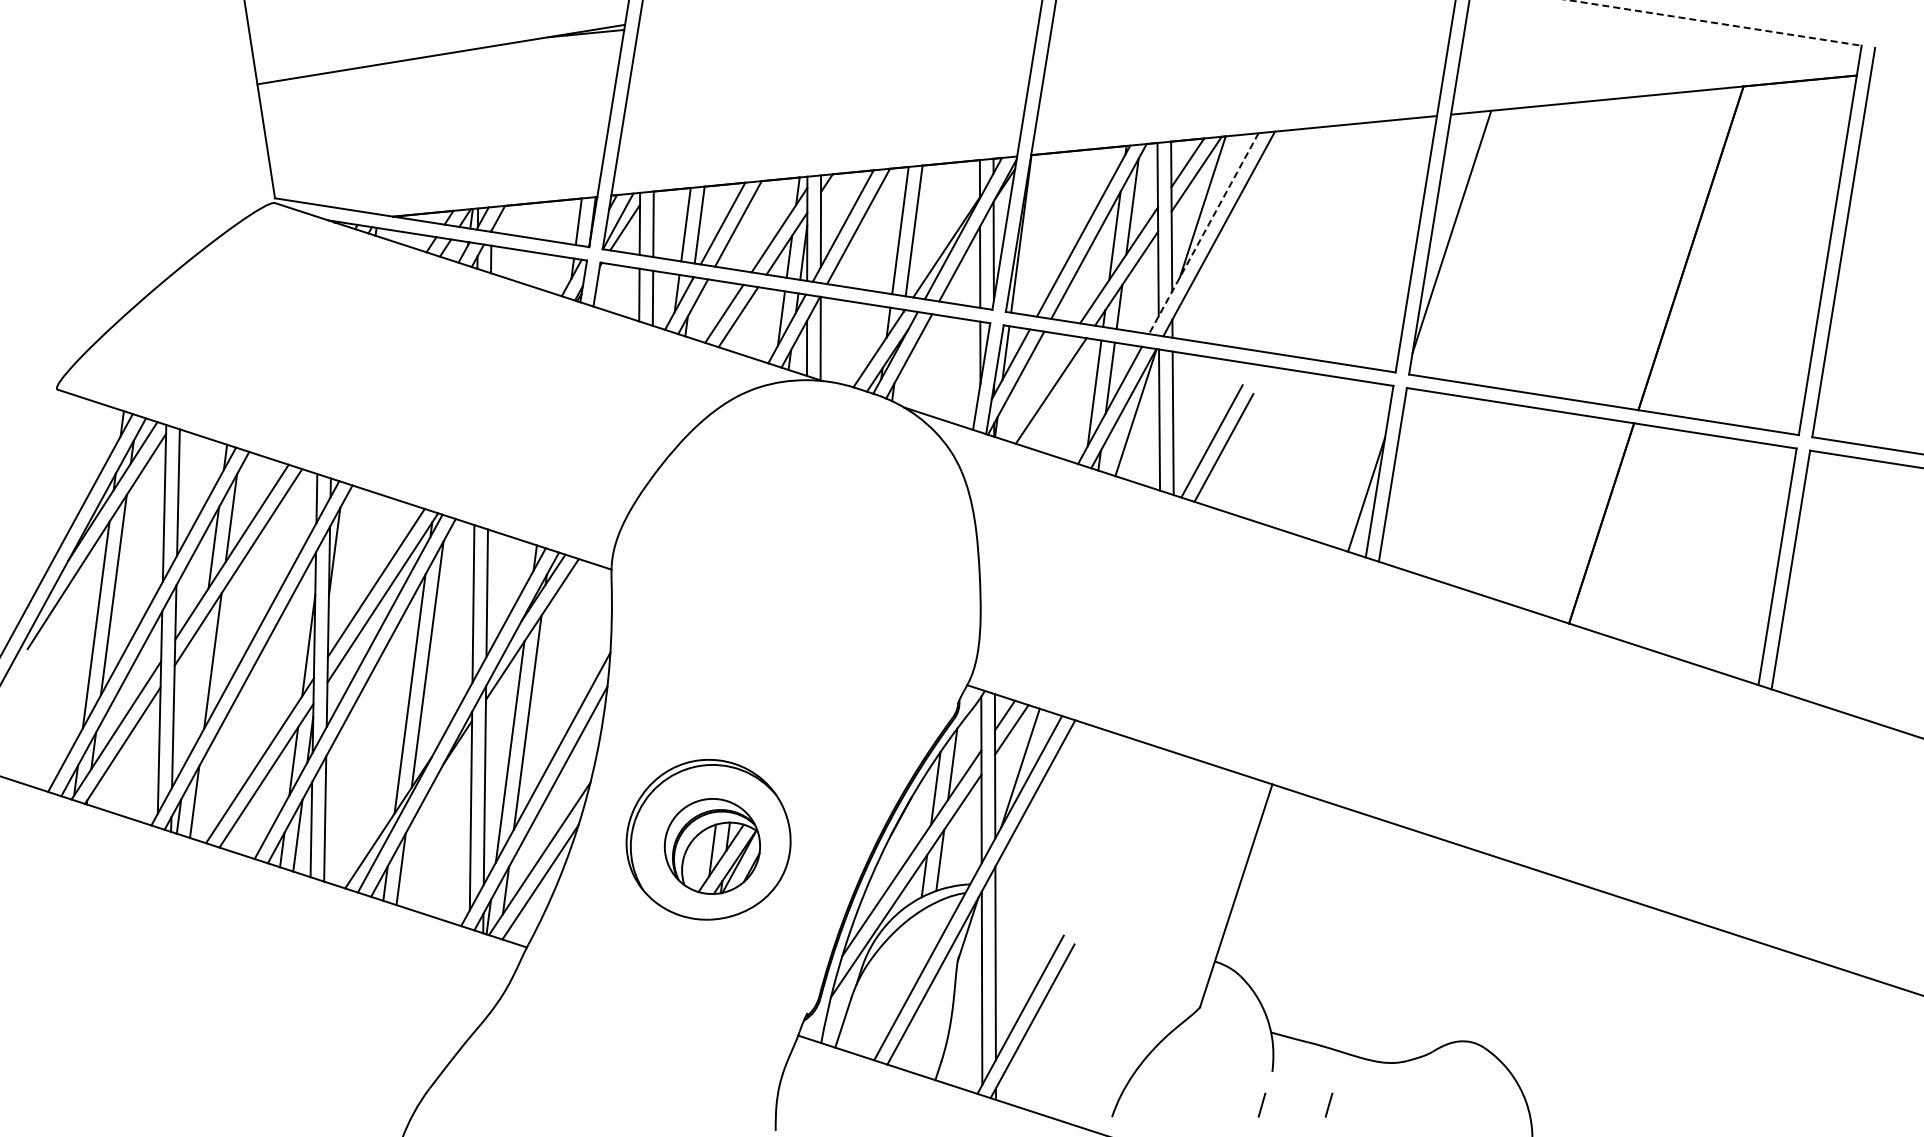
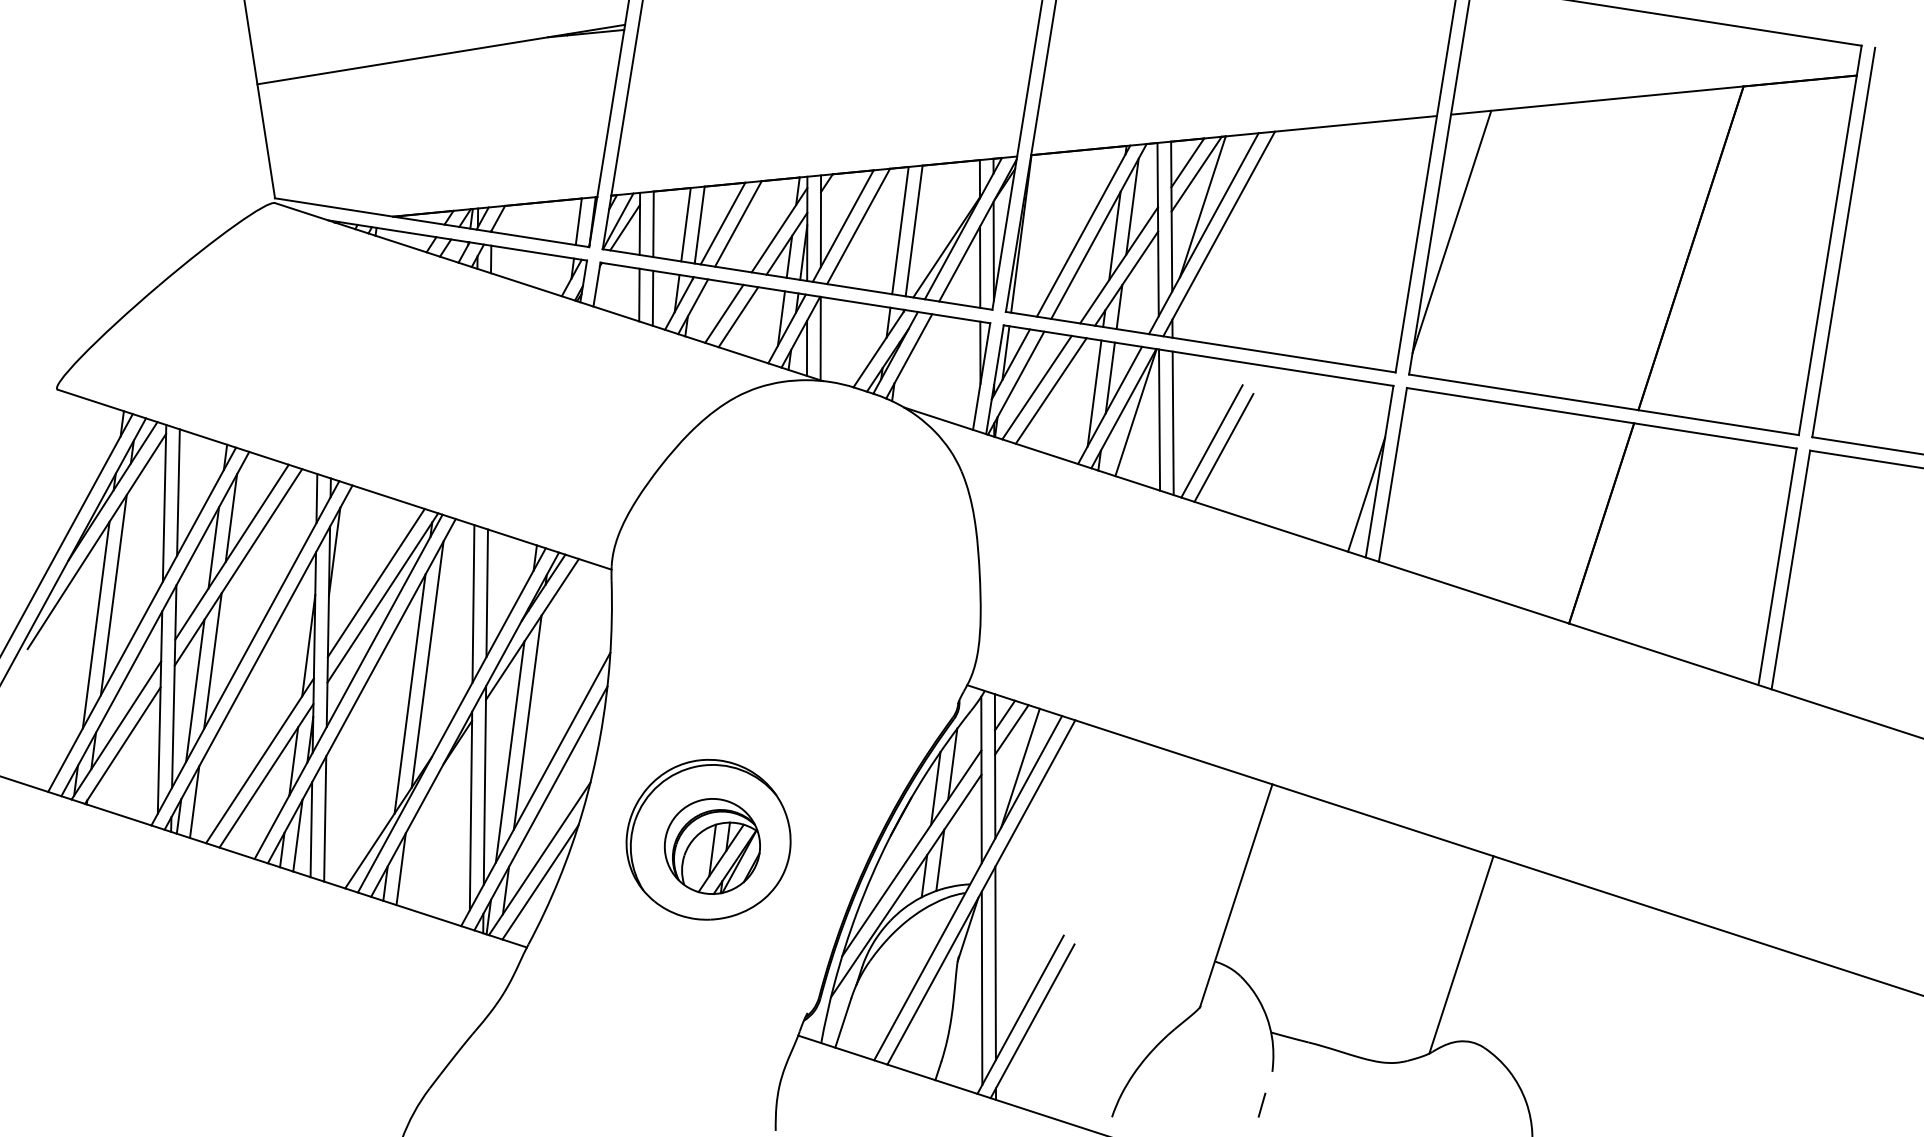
line at (1714, 22): dashed -> solid
line at (1203, 234): dashed -> solid
line at (1036, 387): none -> present
line at (195, 690): none -> present
line at (1461, 954): none -> present
line at (1328, 1104): present -> none
